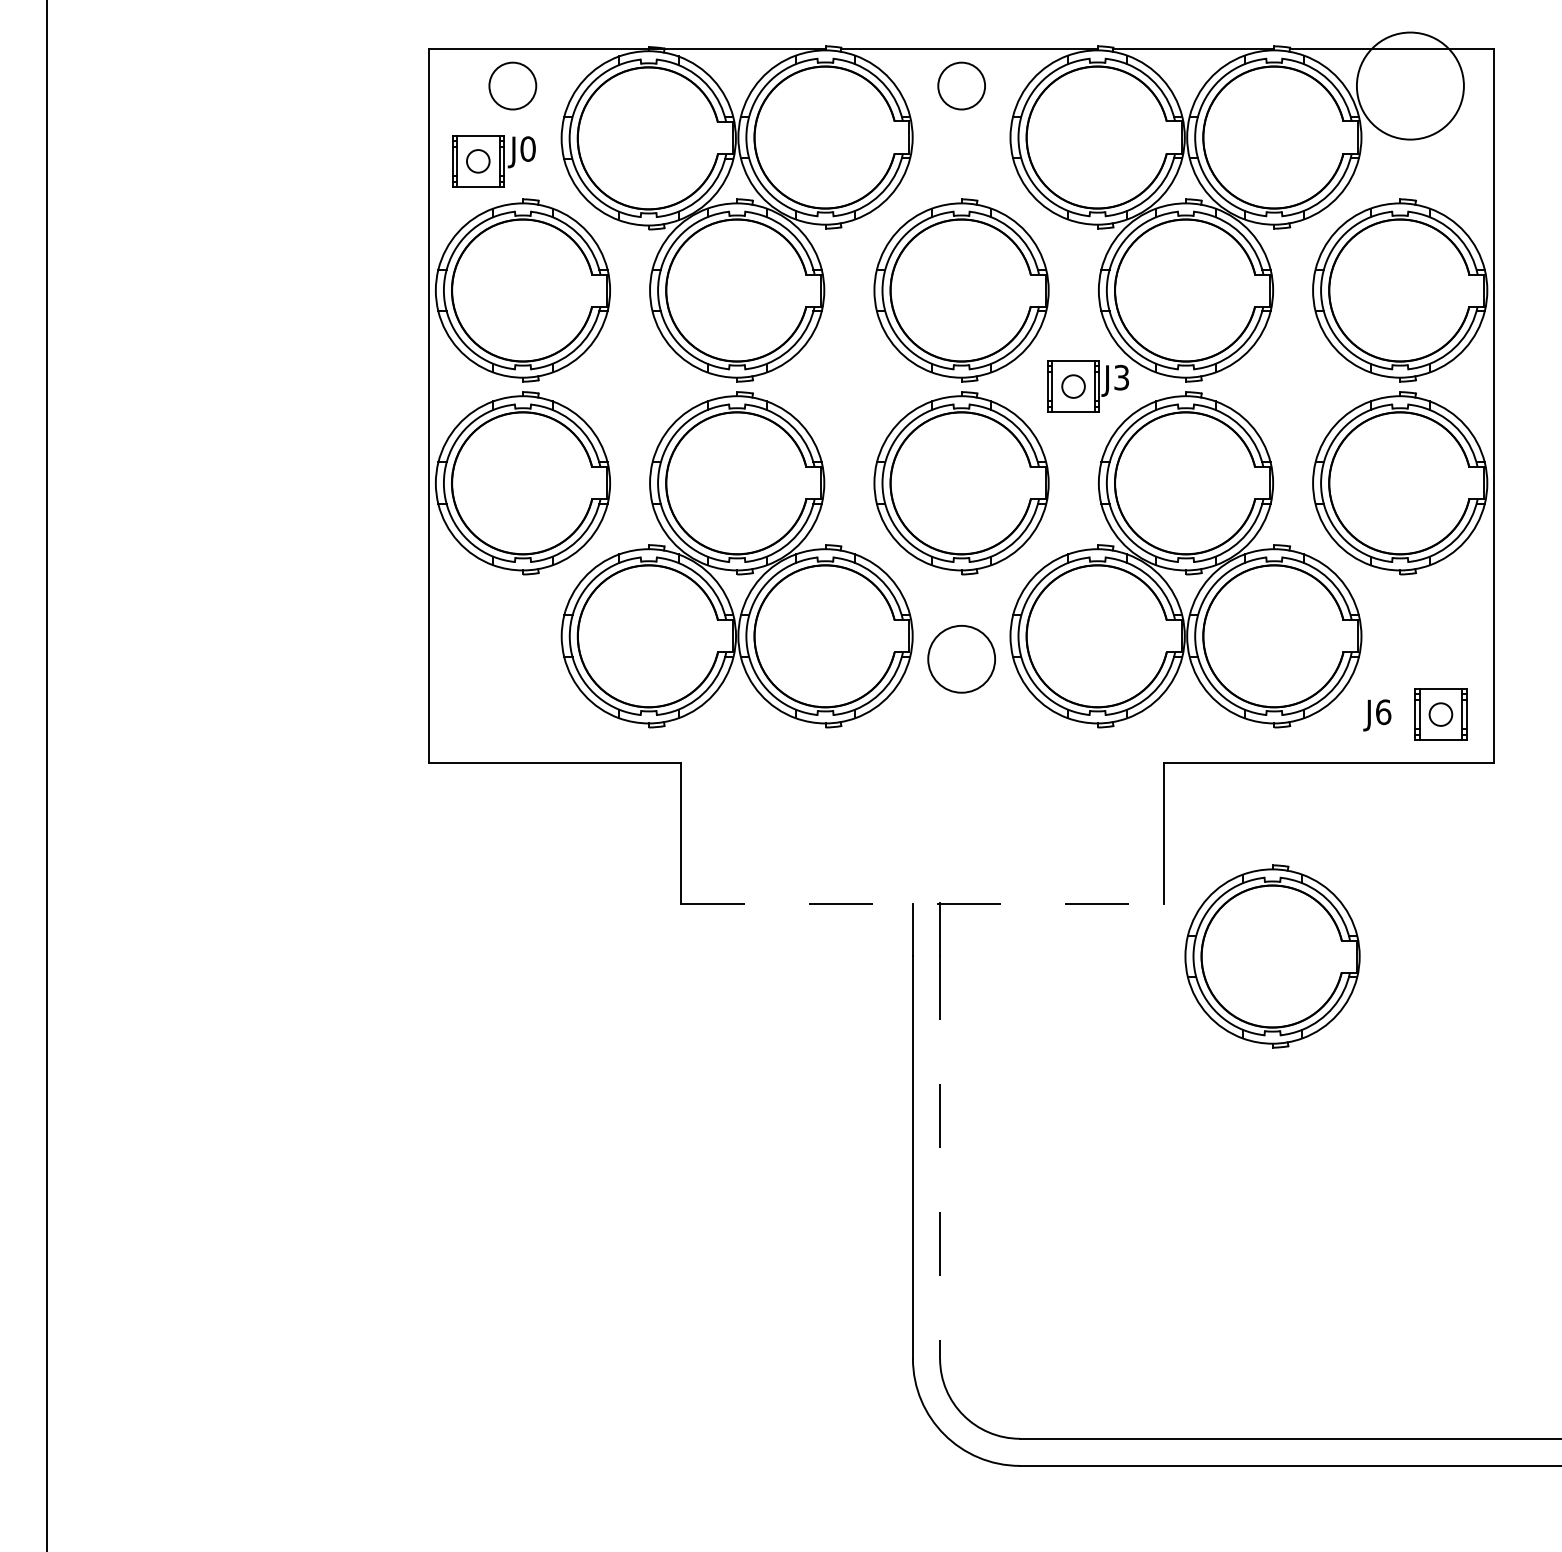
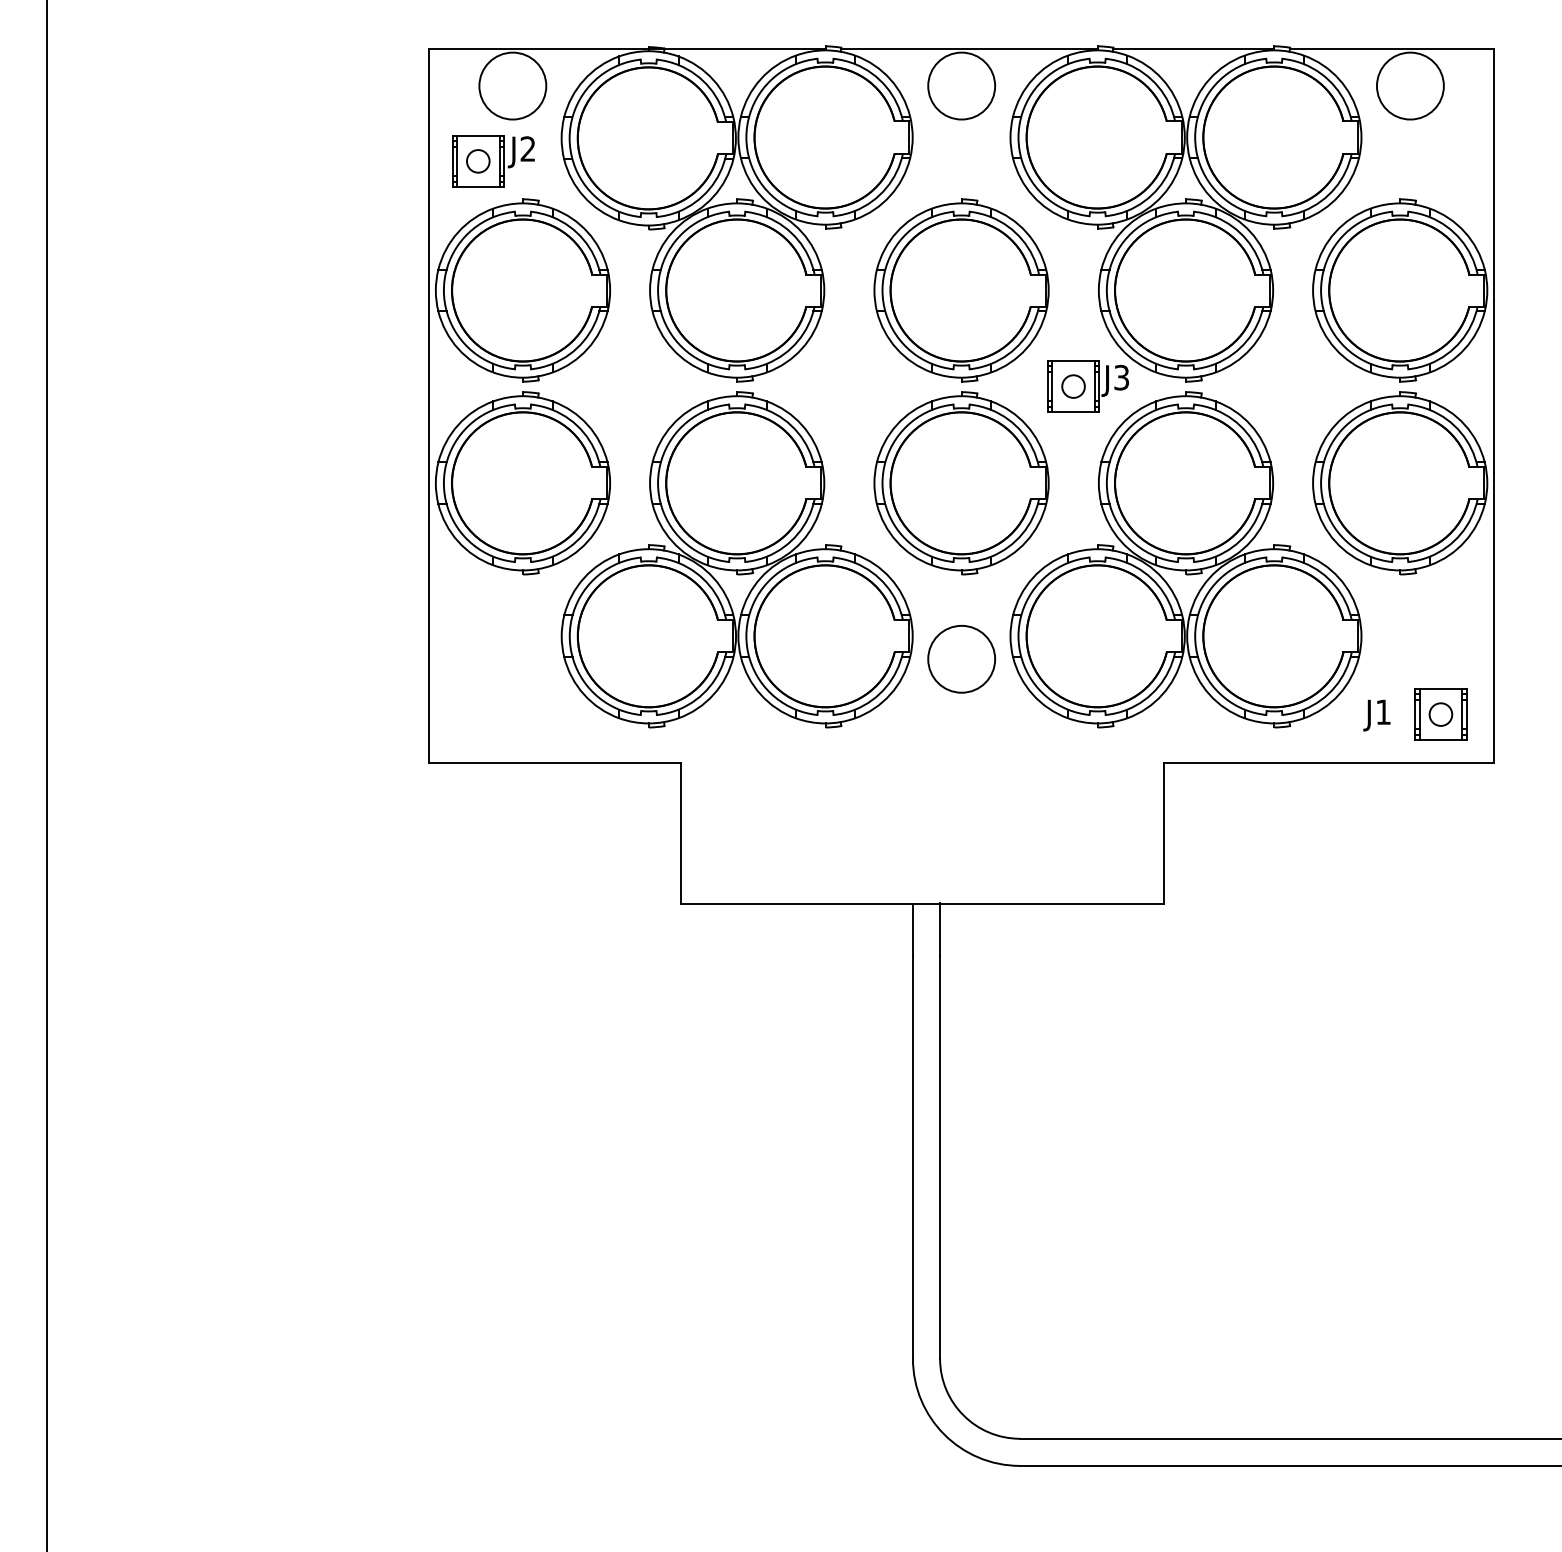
circle at (512, 85) diameter: 47 px -> 67 px
circle at (961, 85) diameter: 47 px -> 67 px
circle at (1409, 85) diameter: 107 px -> 67 px
text at (527, 148): J0 -> J2
text at (1383, 712): J6 -> J1
line at (923, 903): dashed -> solid
part at (1272, 956): present -> none
line at (940, 1157): dashed -> solid
